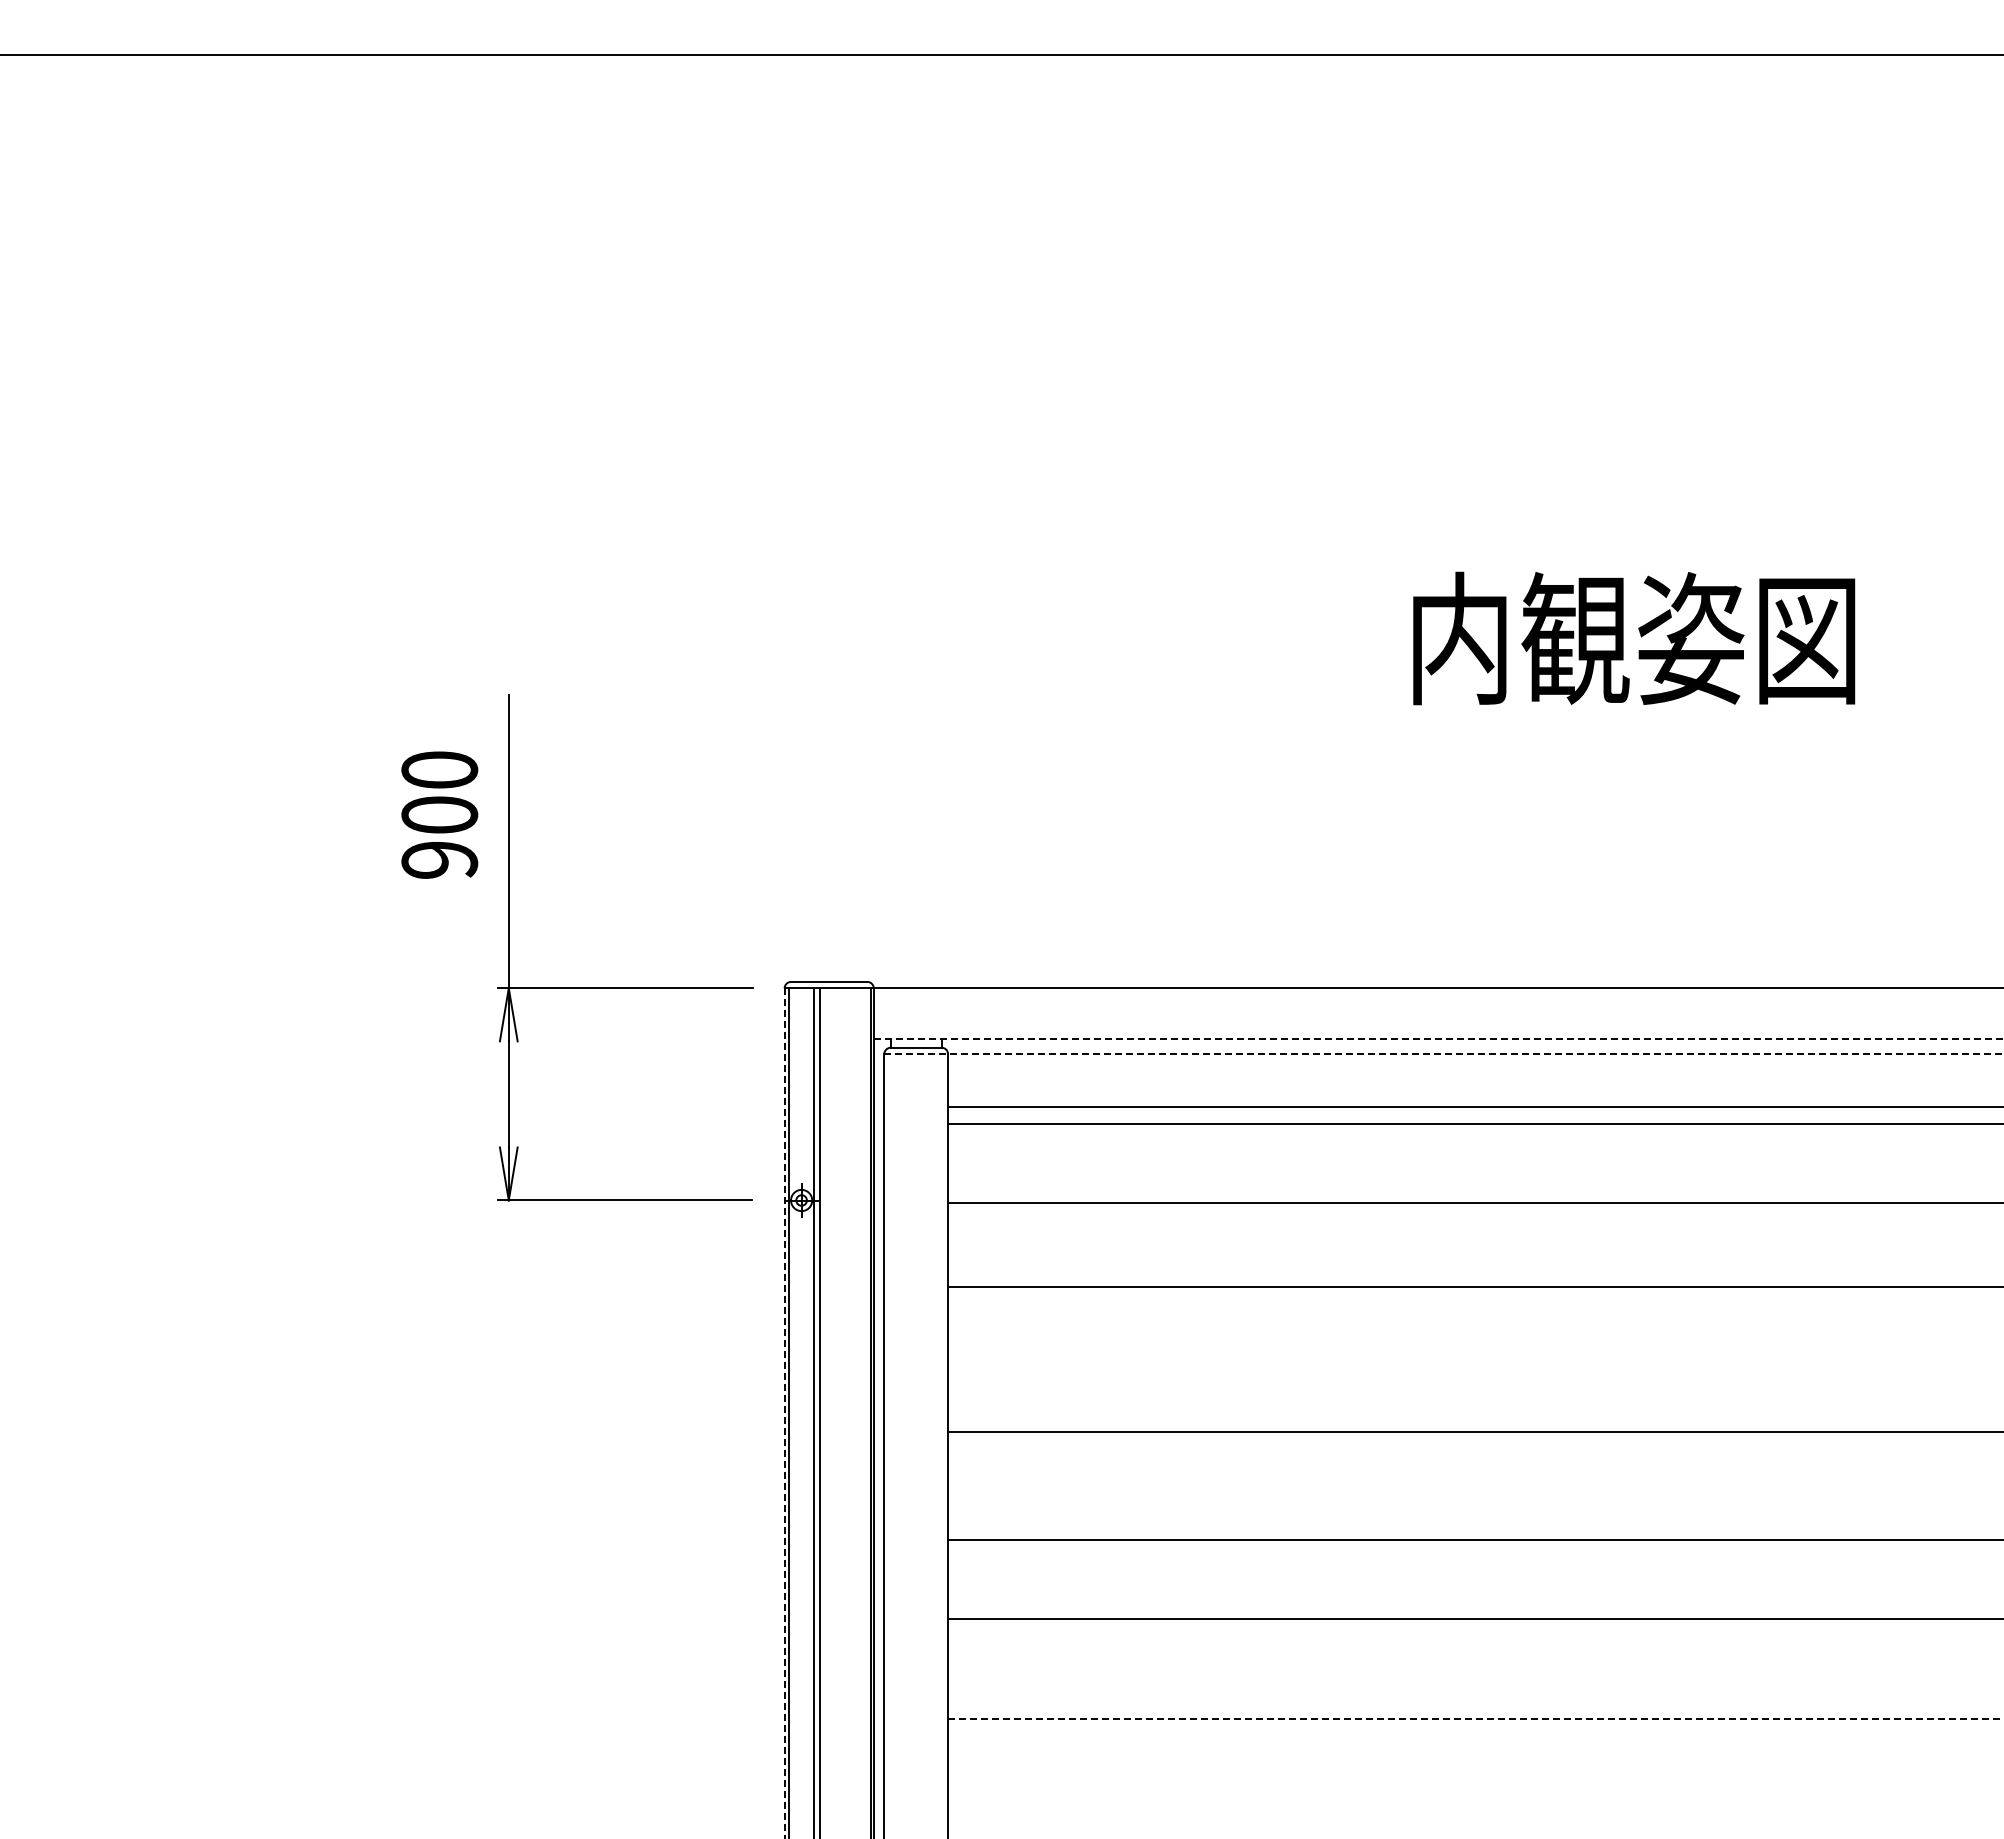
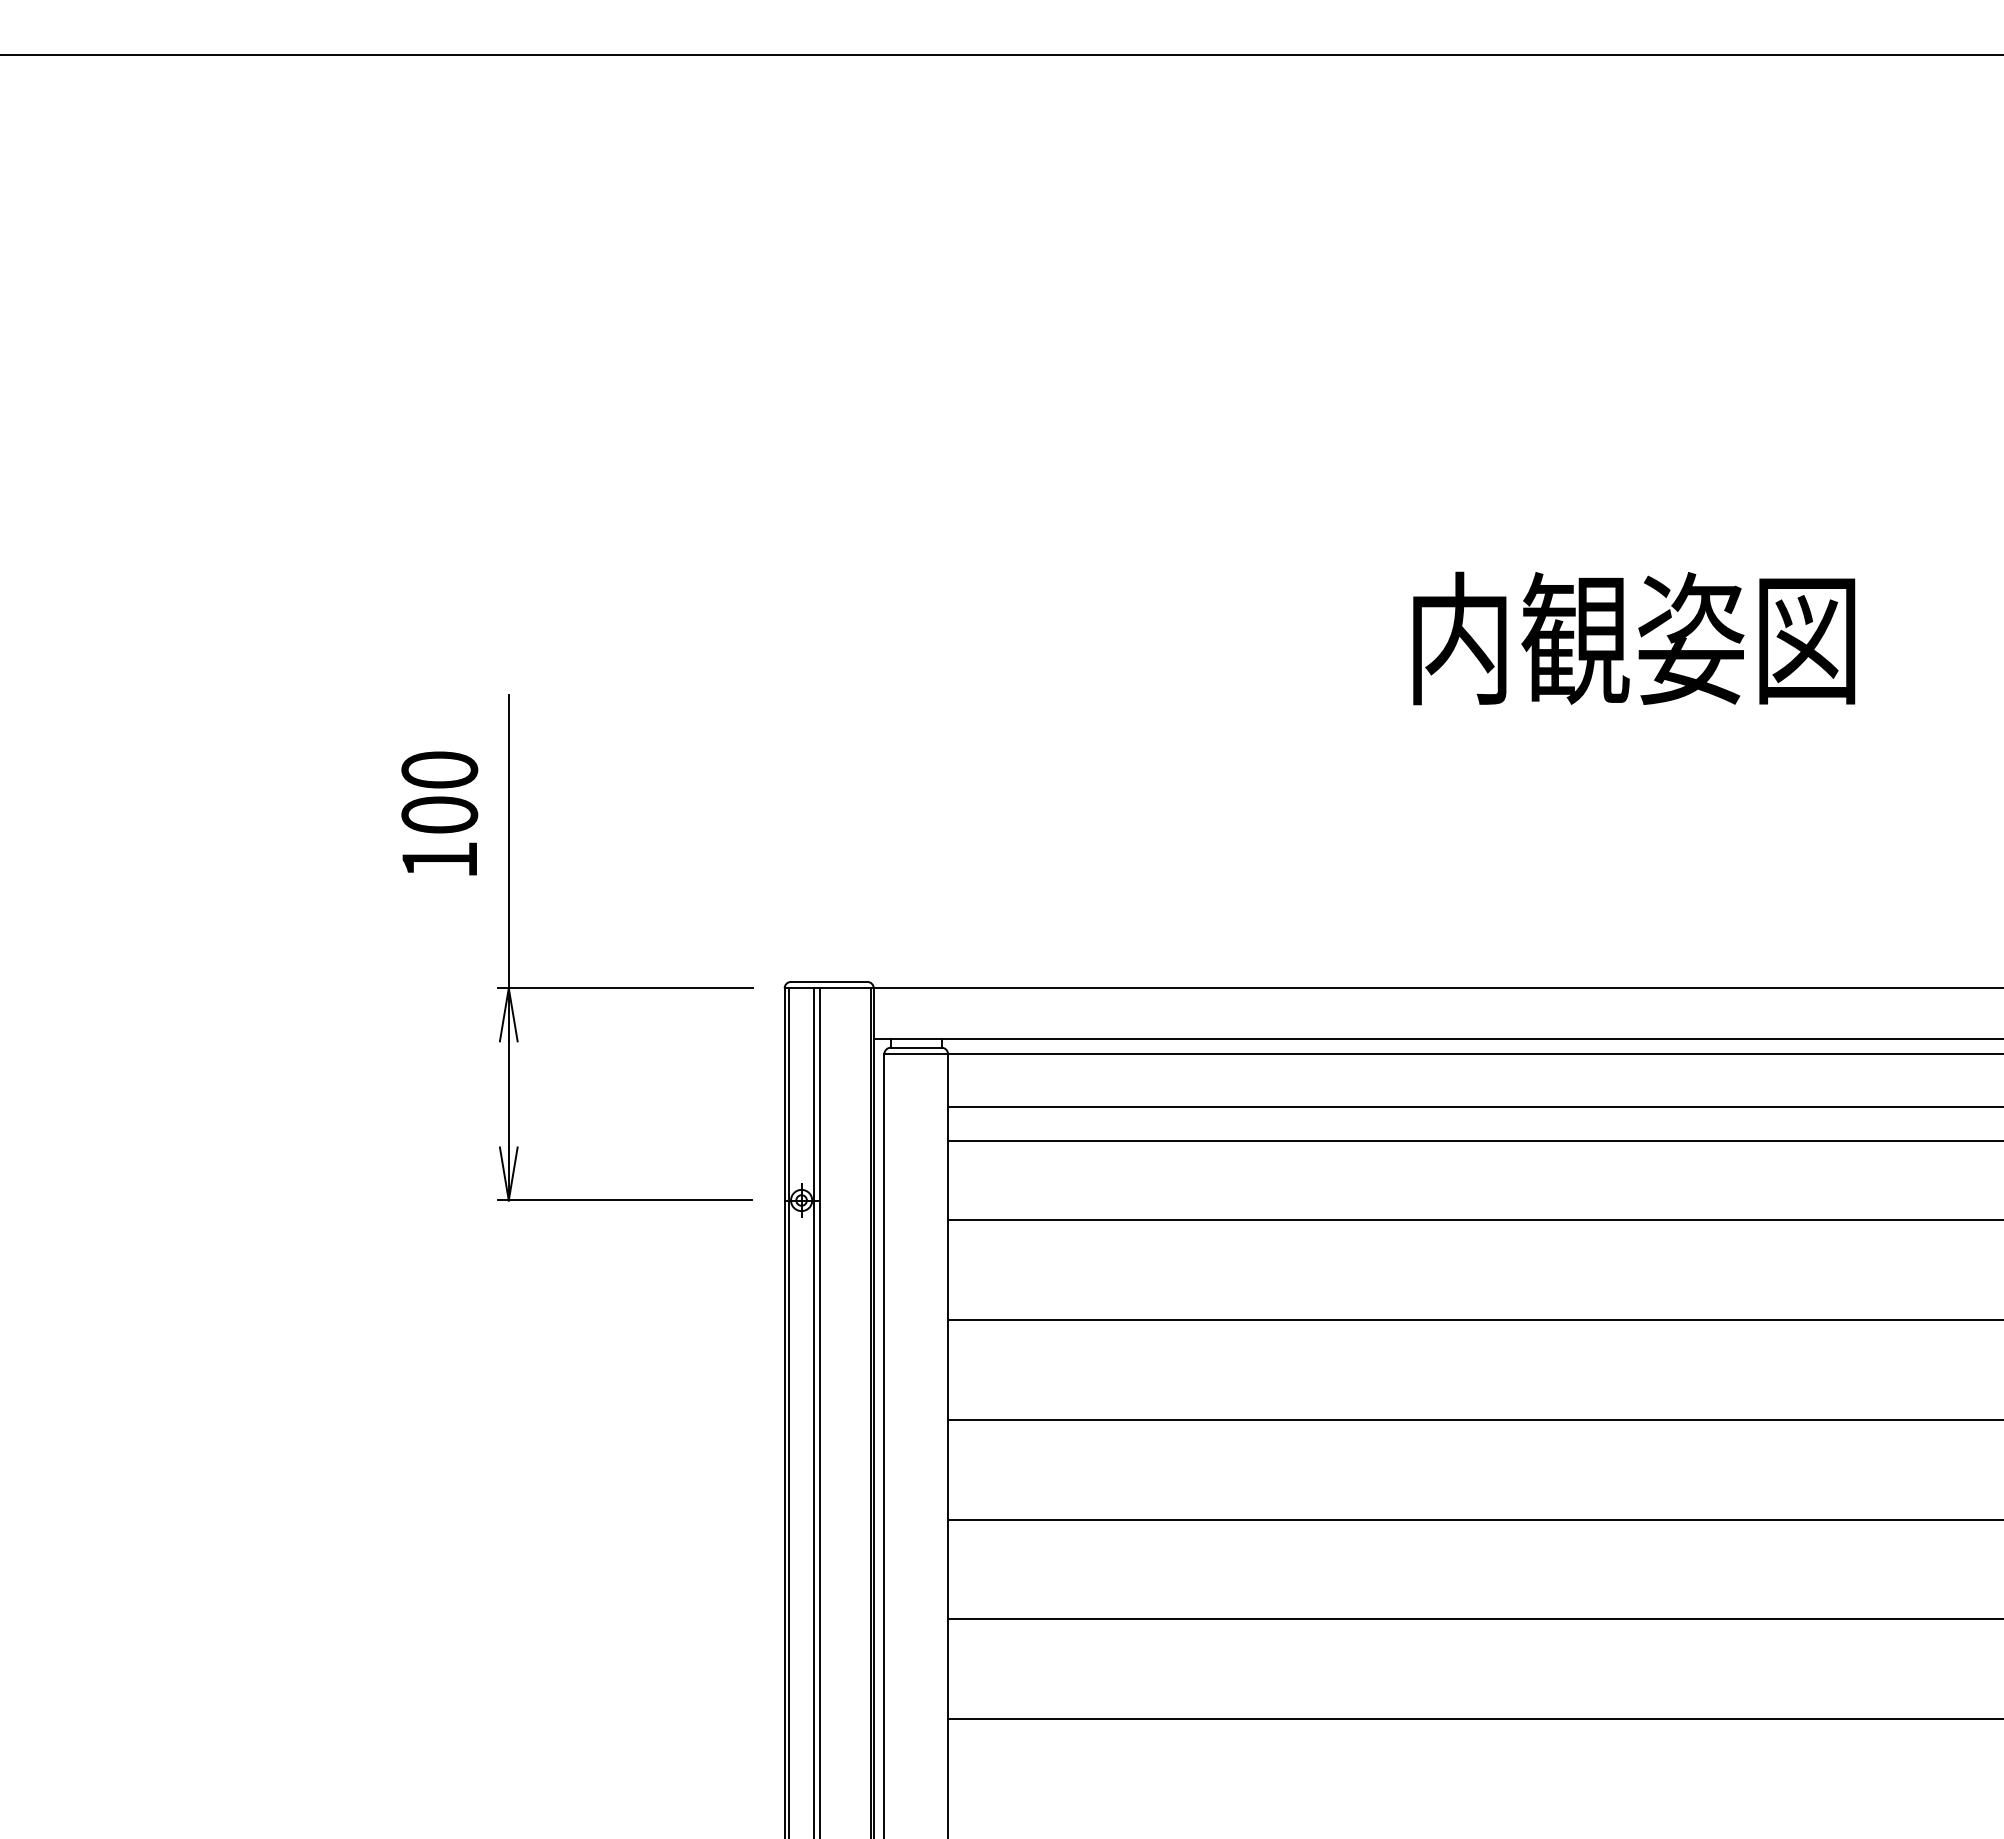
text at (439, 859): 900 -> 100
line at (1438, 1039): dashed -> solid
line at (1444, 1054): dashed -> solid
line at (1474, 1124) position: (1474, 1124) -> (1474, 1141)
line at (1474, 1203) position: (1474, 1203) -> (1474, 1220)
line at (1474, 1287) position: (1474, 1287) -> (1474, 1320)
line at (784, 1413): dashed -> solid
line at (1474, 1431) position: (1474, 1431) -> (1474, 1419)
line at (1474, 1539) position: (1474, 1539) -> (1474, 1519)
line at (1475, 1719): dashed -> solid
